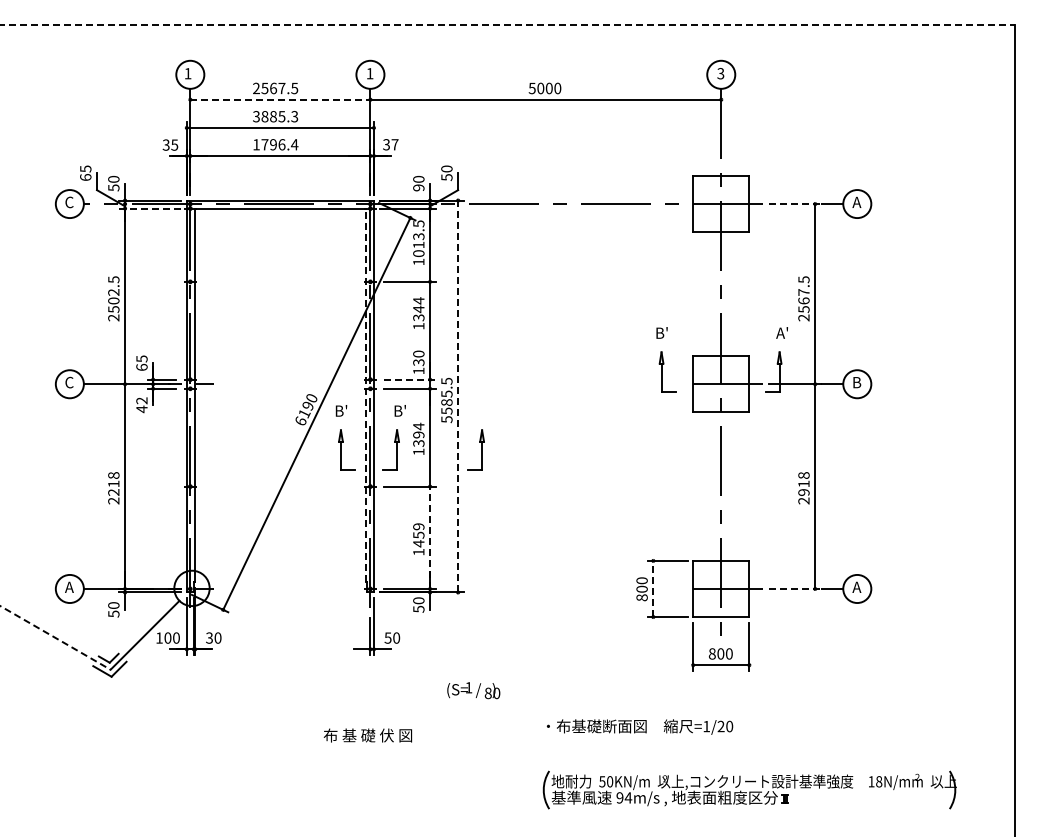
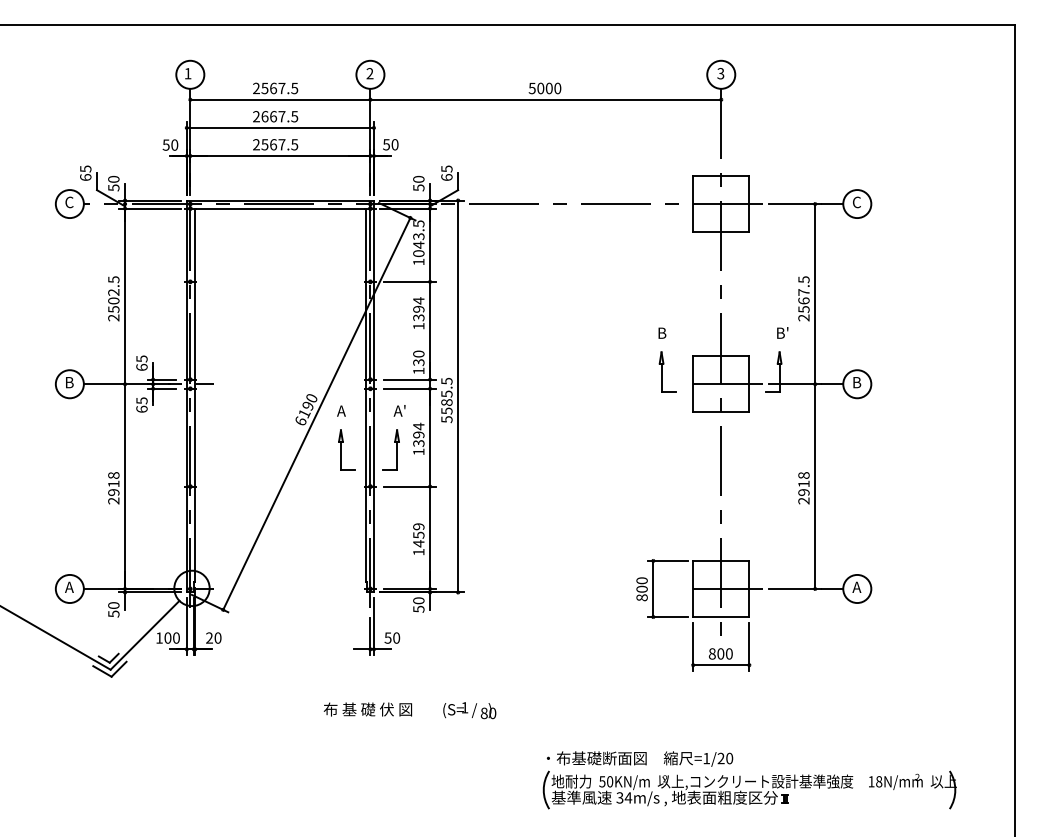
line at (507, 25): dashed -> solid
text at (369, 73): 1 -> 2
line at (280, 99): dashed -> solid
text at (275, 116): 3885.3 -> 2667.5
text at (170, 144): 35 -> 50
text at (275, 144): 1796.4 -> 2567.5
text at (390, 144): 37 -> 50
text at (446, 173): 50 -> 65
text at (418, 187): 90 -> 50
text at (856, 202): A -> C
line at (794, 204): dashed -> solid
line at (150, 208): dashed -> solid
text at (418, 244): 1013.5 -> 1043.5
text at (418, 309): 1344 -> 1394
text at (661, 332): B' -> B
text at (782, 332): A' -> B'
line at (410, 379): dashed -> solid
text at (69, 382): C -> B
line at (365, 395): dashed -> solid
line at (458, 396): dashed -> solid
text at (141, 405): 42 -> 65
text at (341, 410): B' -> A
text at (399, 410): B' -> A'
part at (475, 449): present -> none
text at (113, 492): 2218 -> 2918
line at (430, 537): dashed -> solid
line at (653, 588): dashed -> solid
line at (794, 588): dashed -> solid
line at (55, 637): dashed -> solid
text at (209, 638): 30 -> 20
text at (473, 690) position: (473, 690) -> (469, 710)
text at (640, 726) position: (640, 726) -> (640, 758)
text at (367, 735) position: (367, 735) -> (367, 709)
text at (619, 797): 94m/s -> 34m/s
